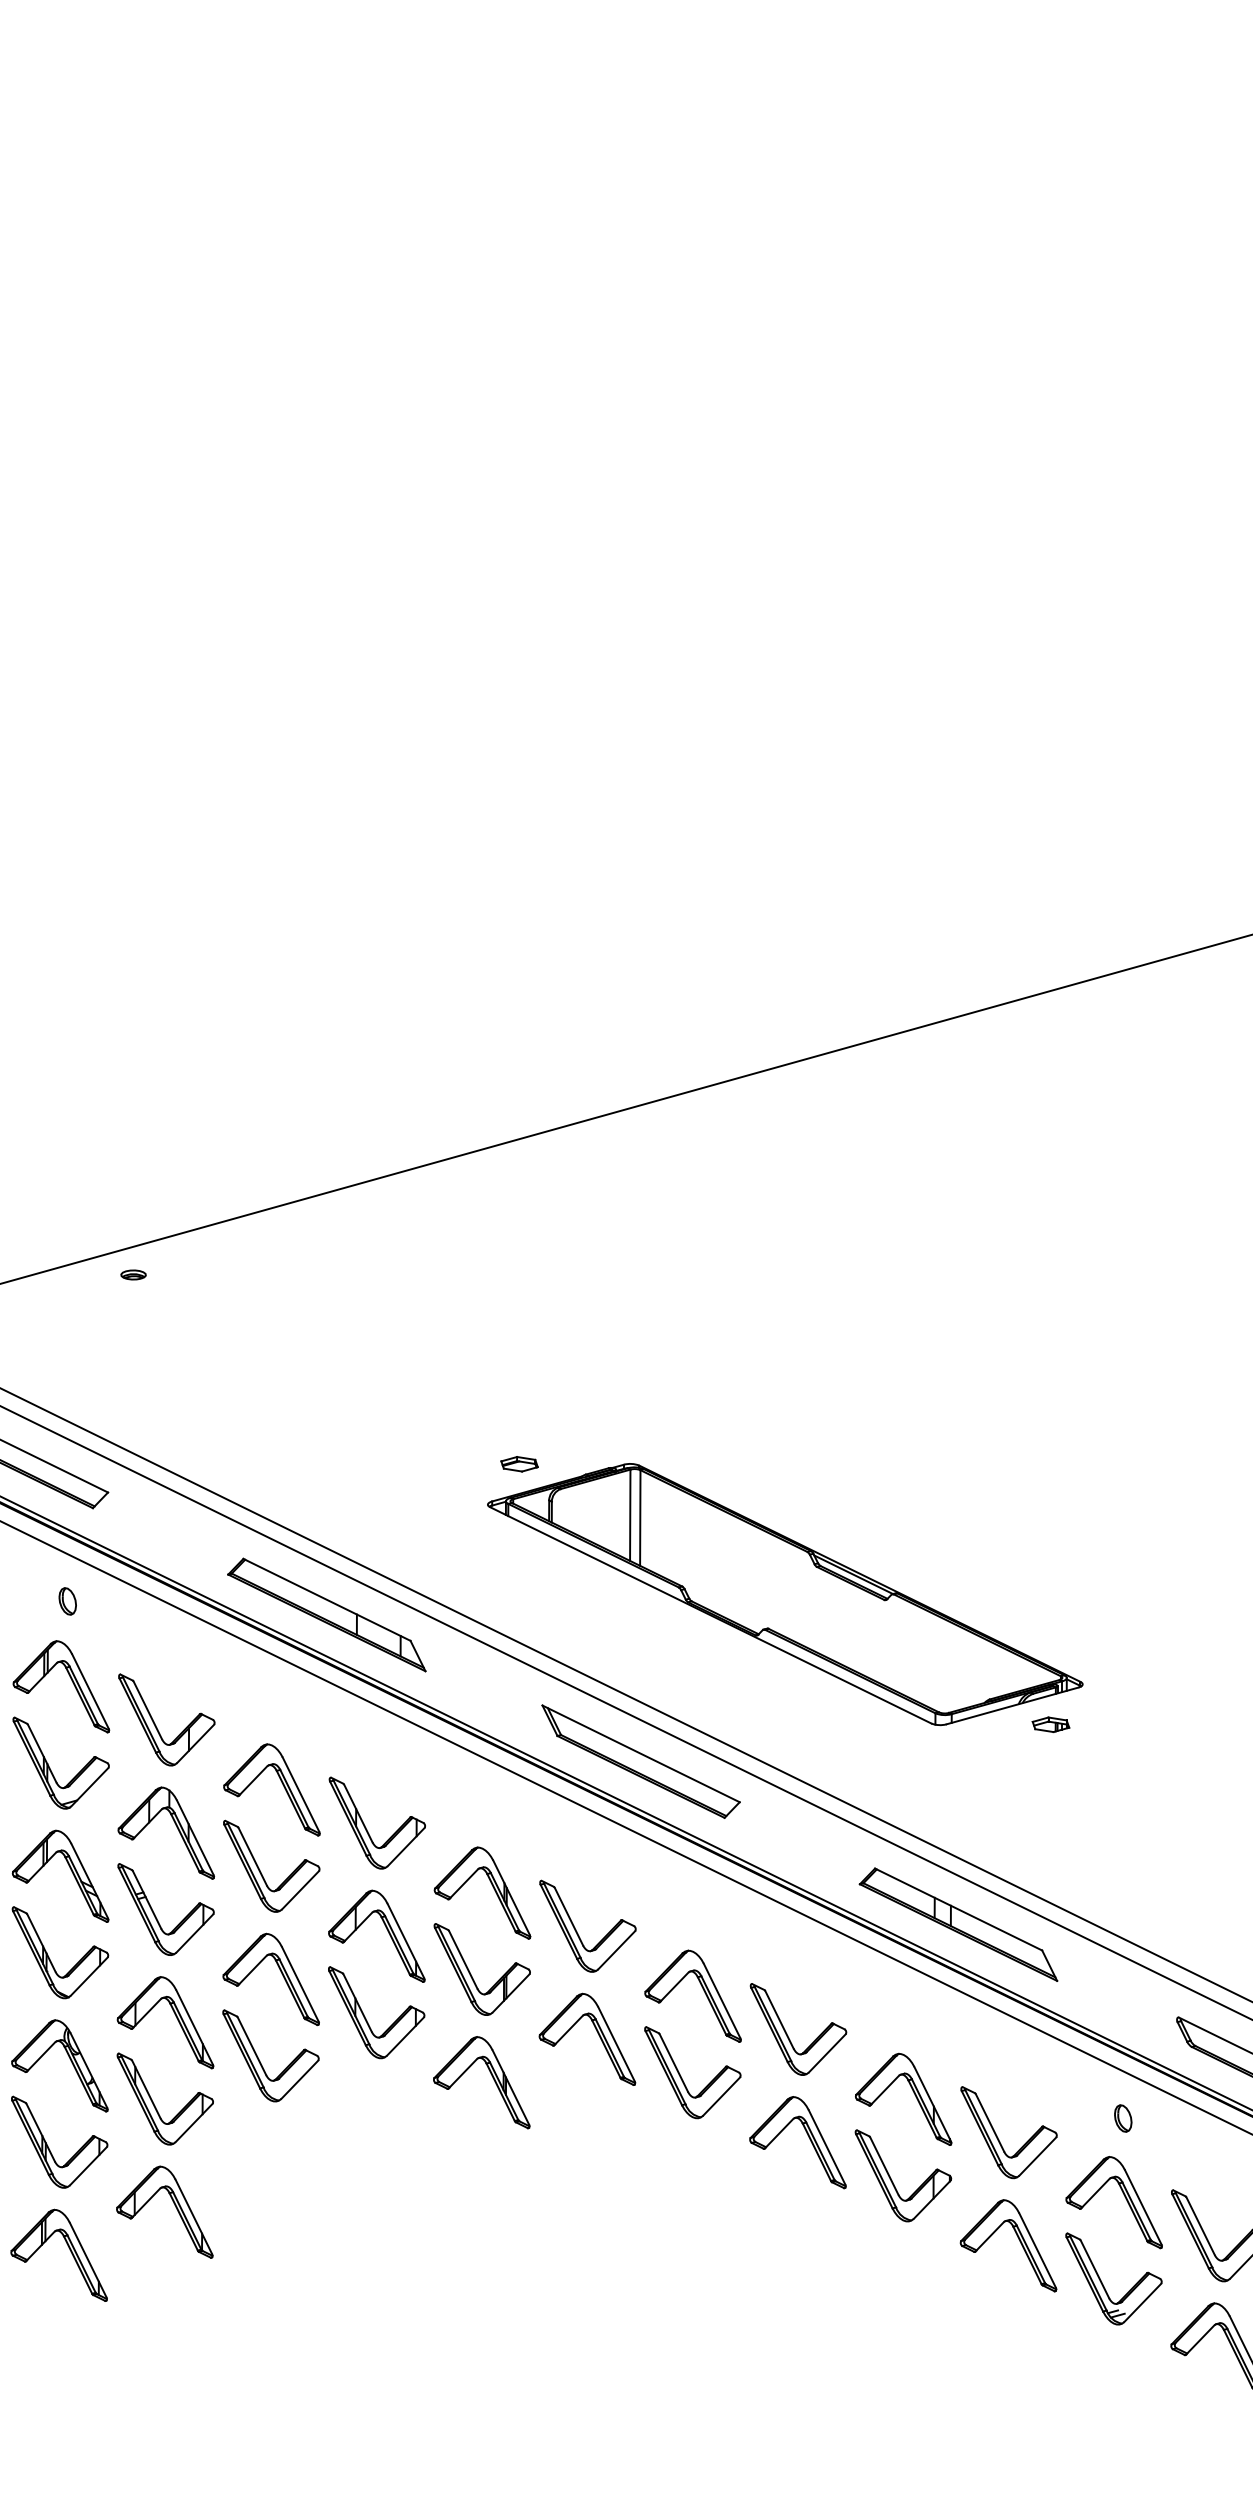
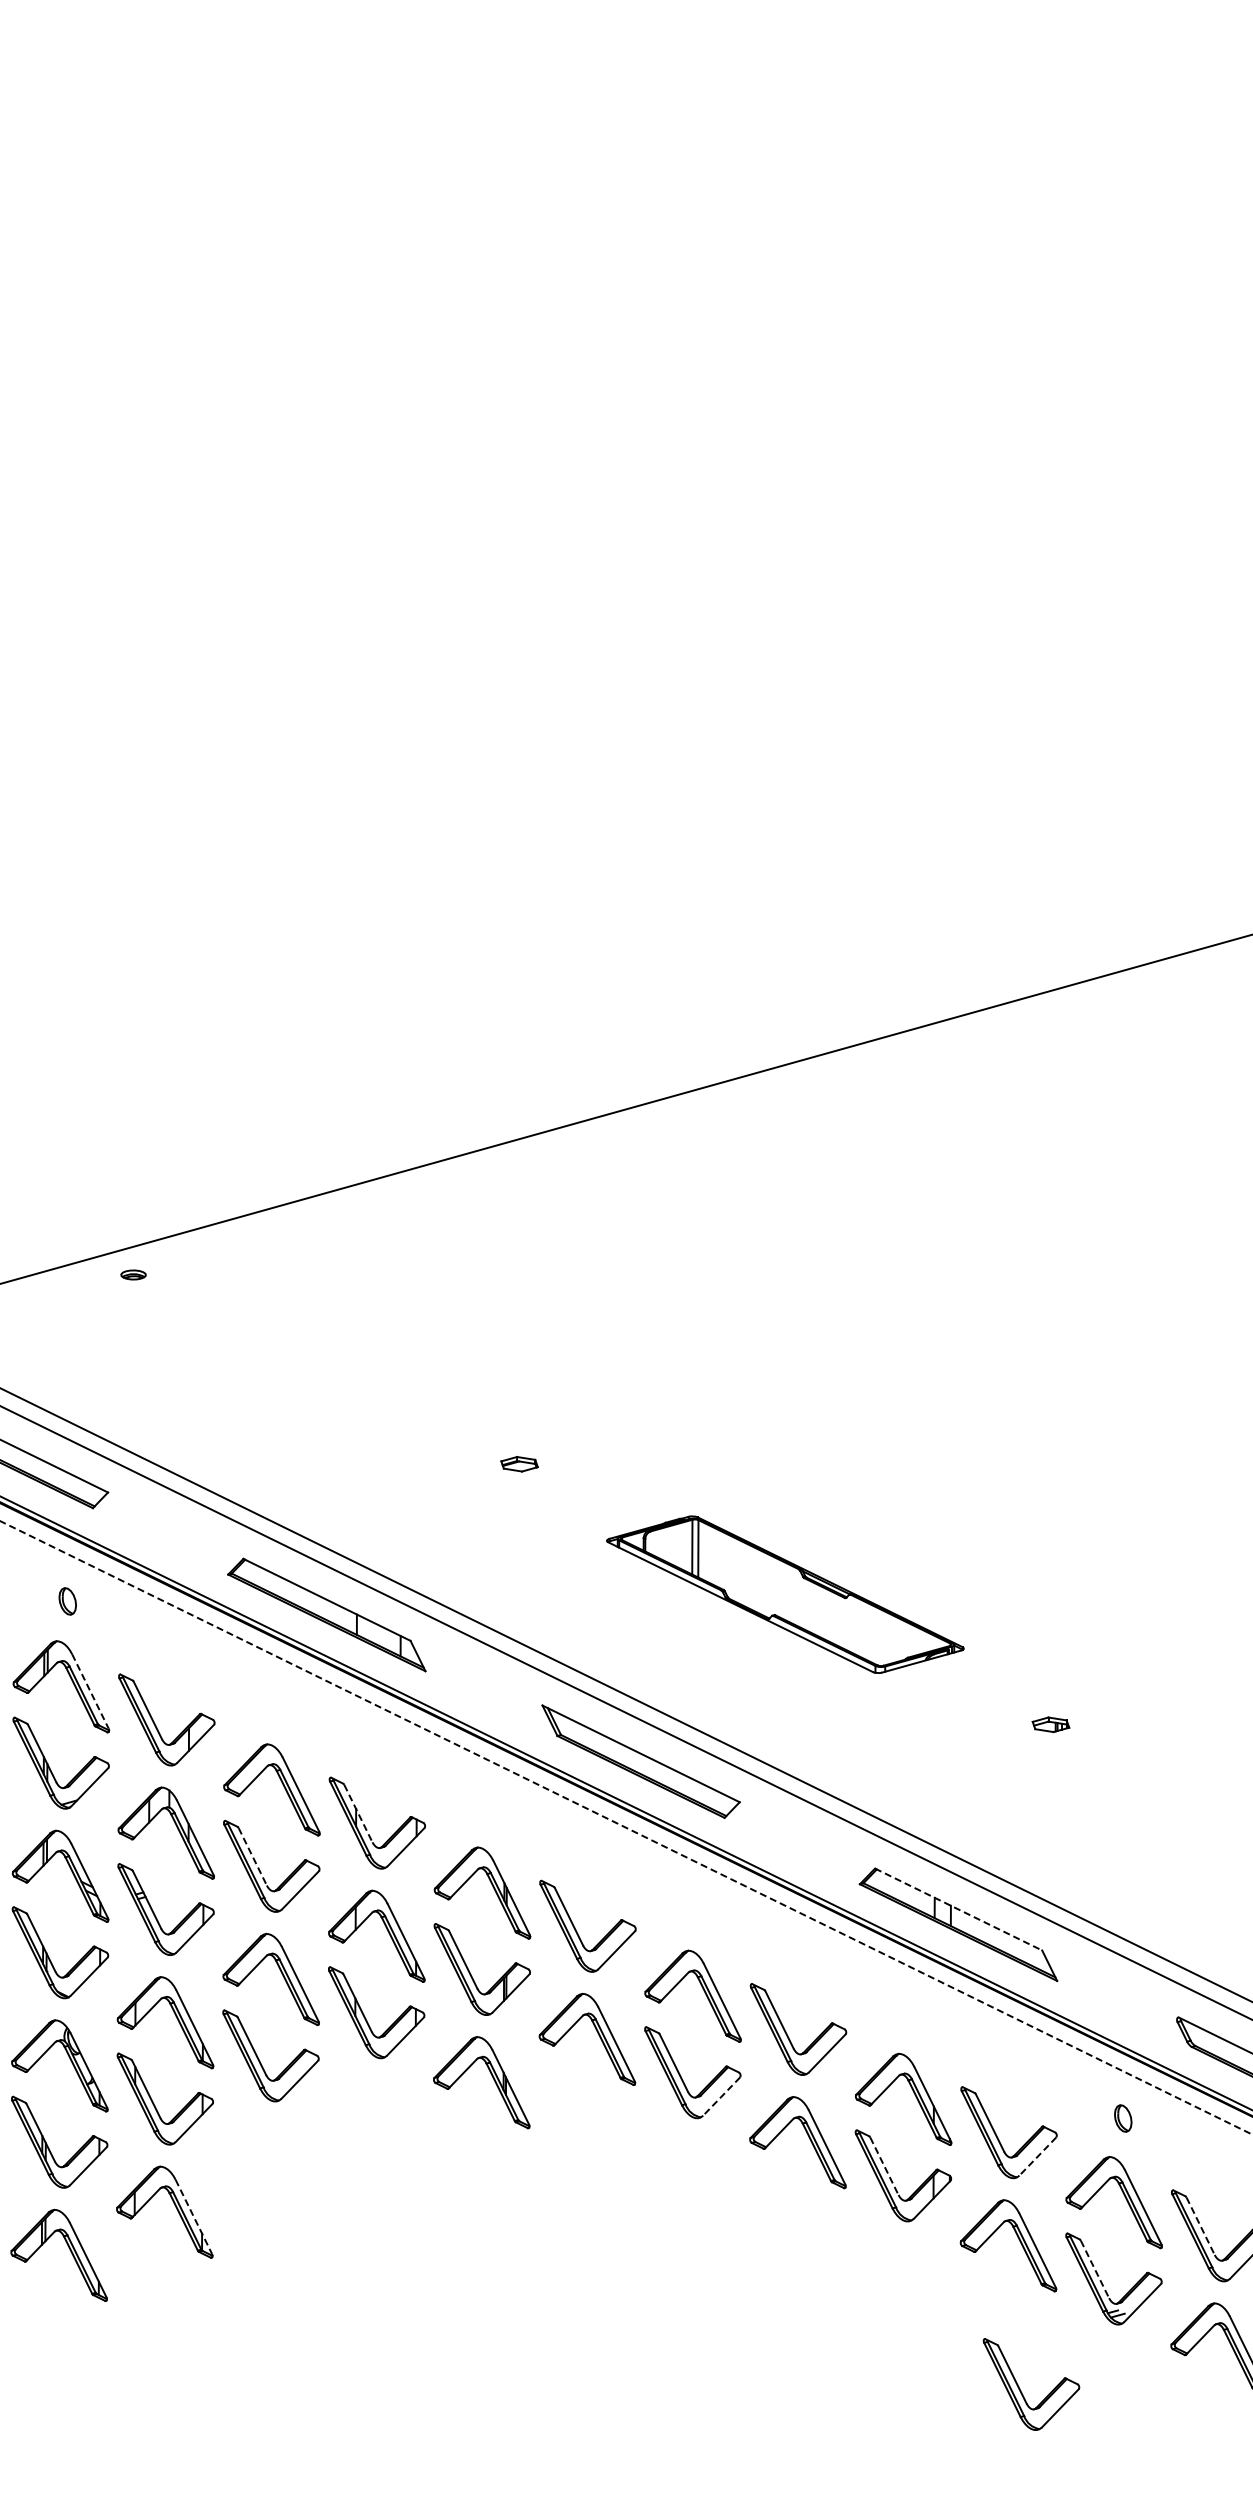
part at (785, 1594) size: 597x264 px -> 359x159 px
line at (90, 1691): solid -> dashed
line at (358, 1813): solid -> dashed
line at (626, 1827): solid -> dashed
line at (252, 1856): solid -> dashed
line at (959, 1909): solid -> dashed
line at (721, 2096): solid -> dashed
line at (1037, 2156): solid -> dashed
line at (884, 2166): solid -> dashed
line at (194, 2217): solid -> dashed
line at (1200, 2226): solid -> dashed
line at (1094, 2269): solid -> dashed
part at (1021, 2390): none -> present
